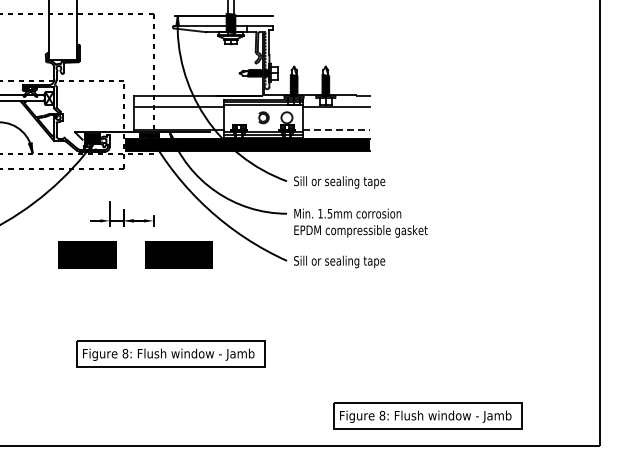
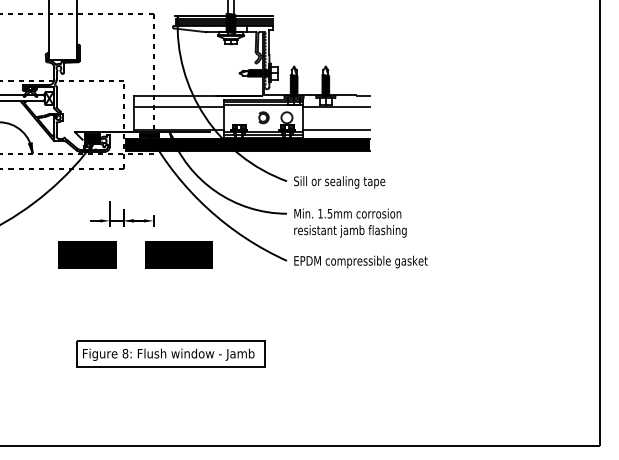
fill at (224, 21): none -> present
line at (336, 130): dashed -> solid
text at (360, 231): EPDM compressible gasket -> resistant jamb flashing
text at (360, 261): Sill or sealing tape -> EPDM compressible gasket
part at (427, 415): present -> none
